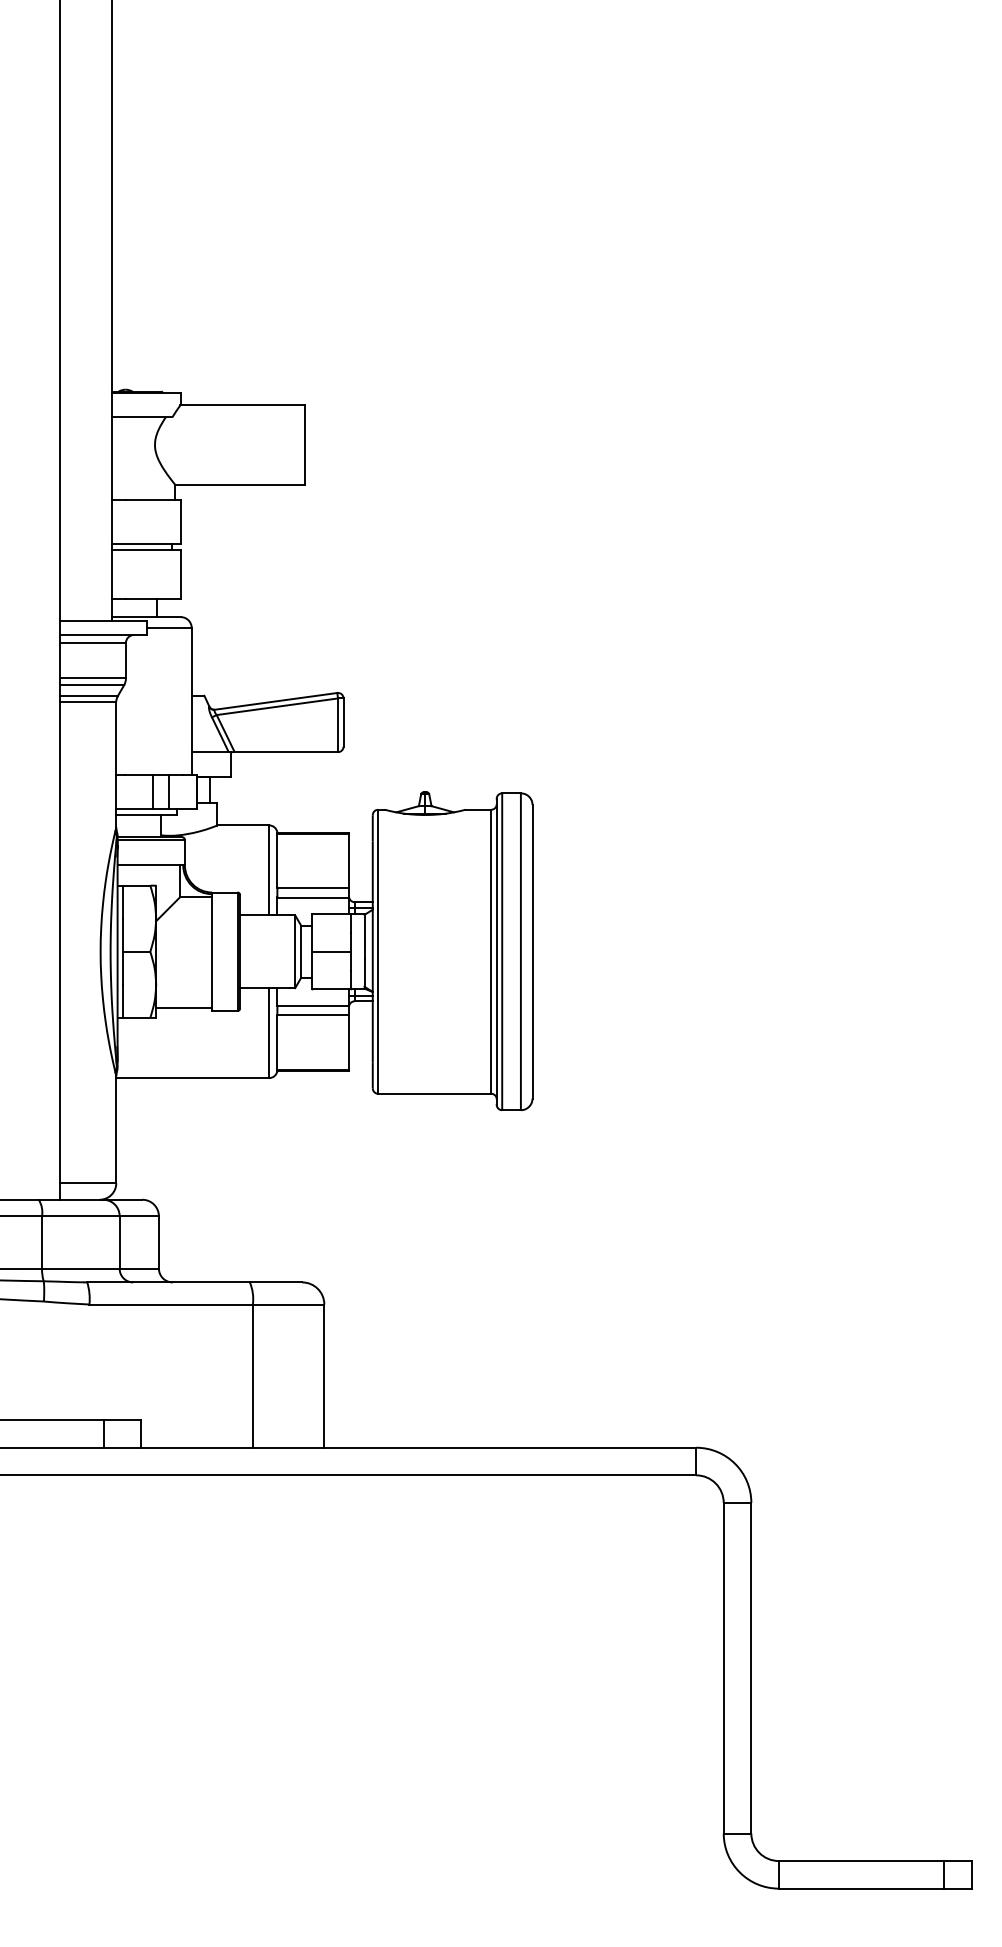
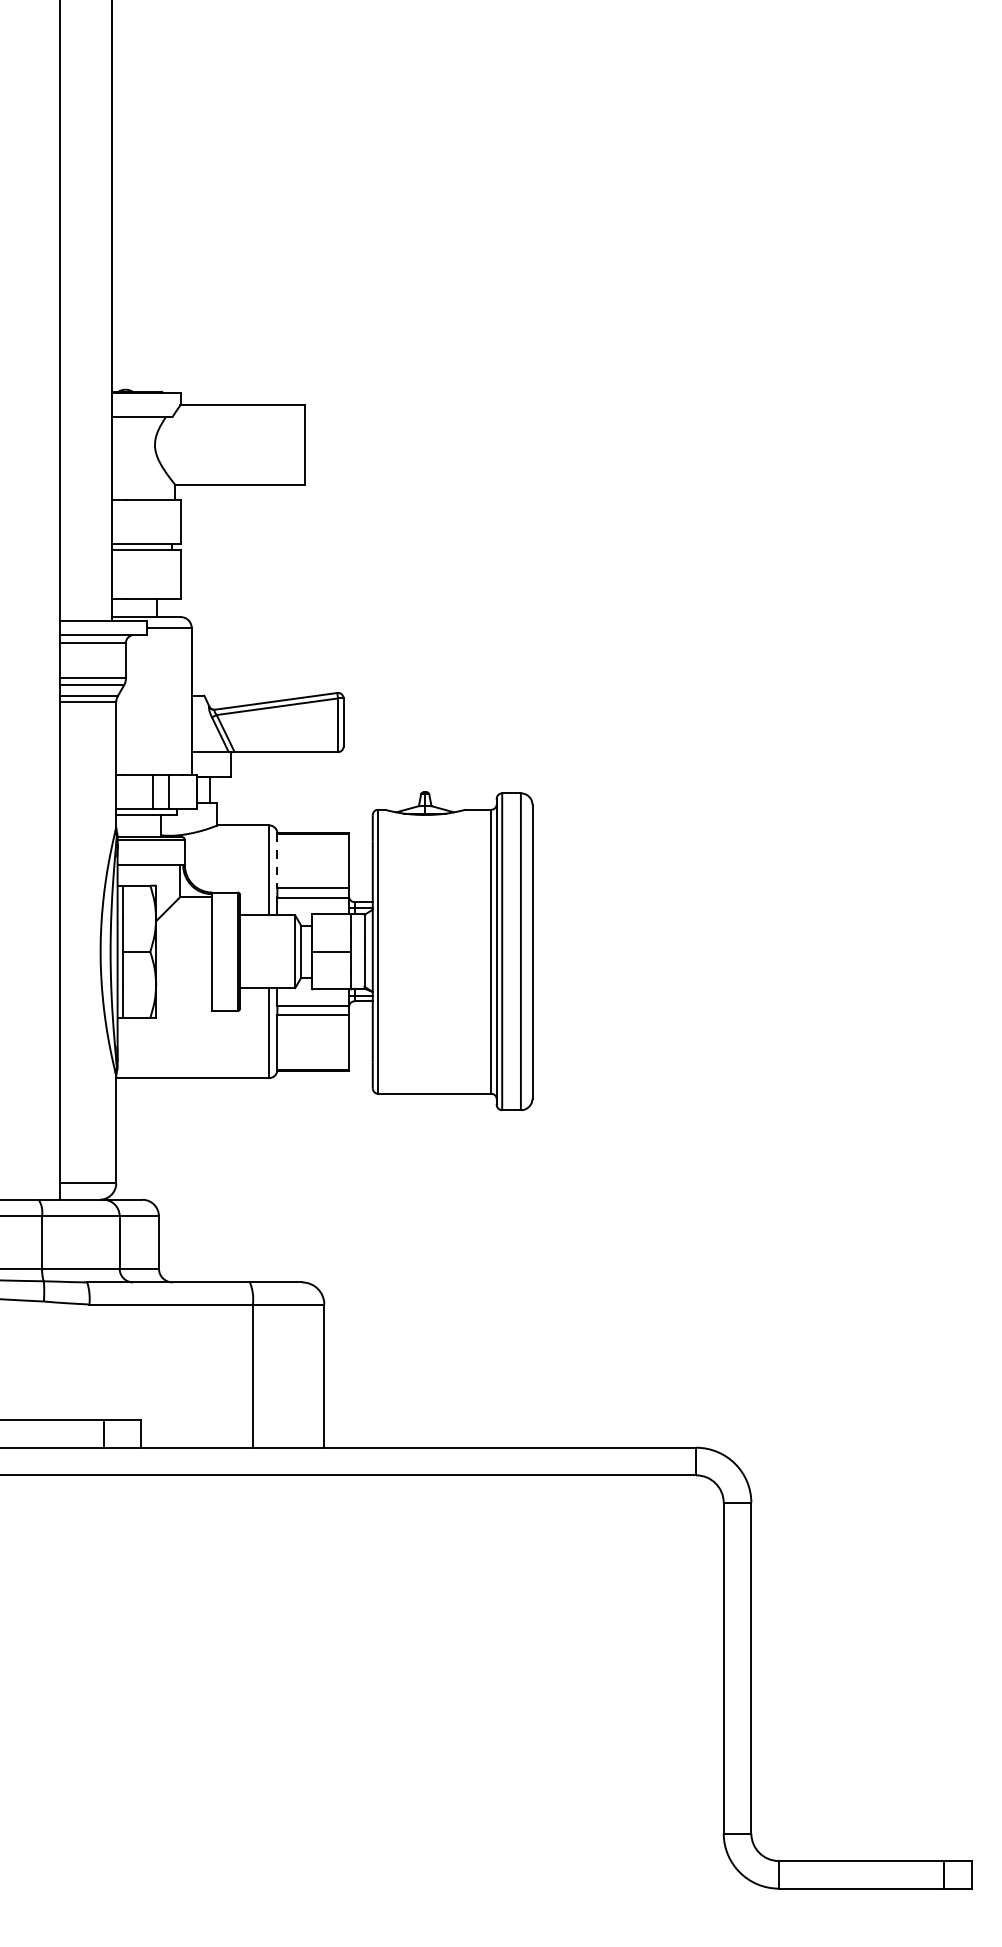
line at (277, 861): solid -> dashed
line at (184, 1008): present -> none
